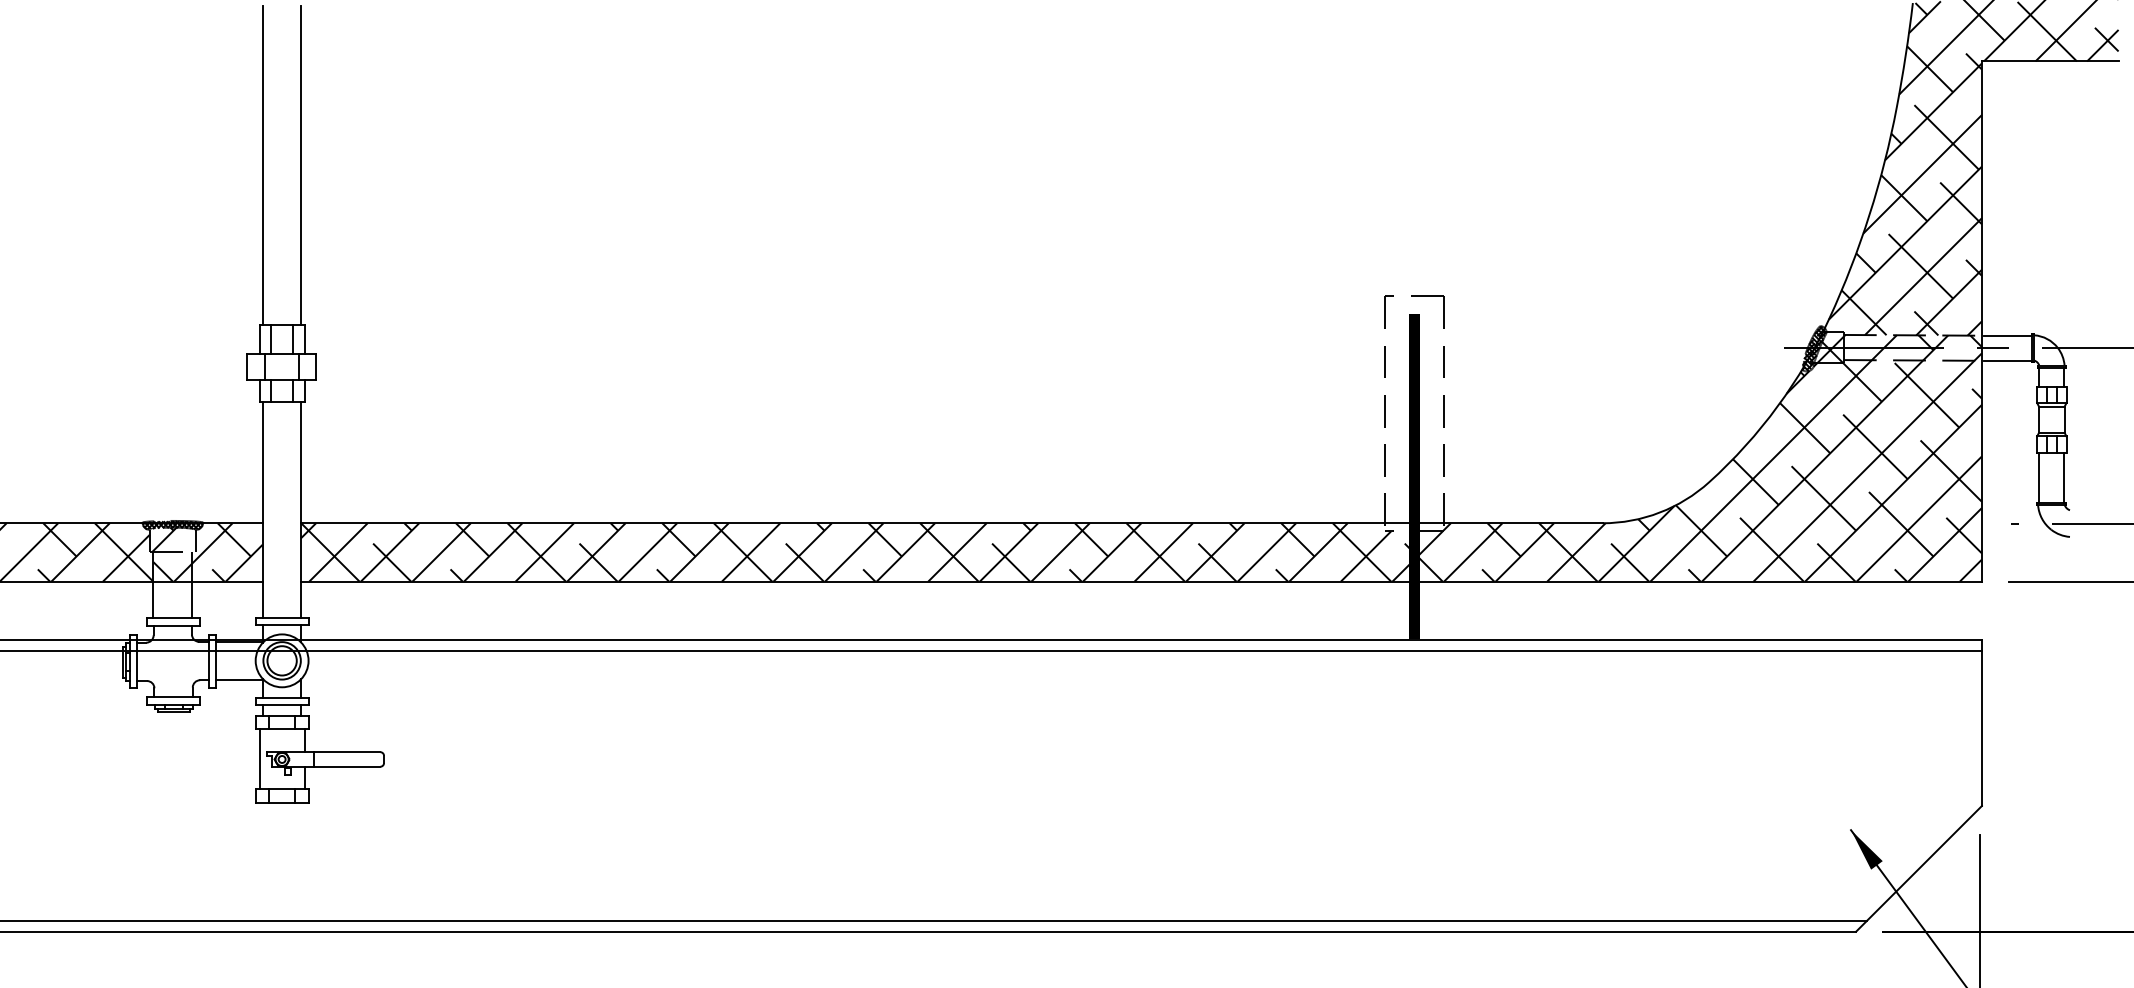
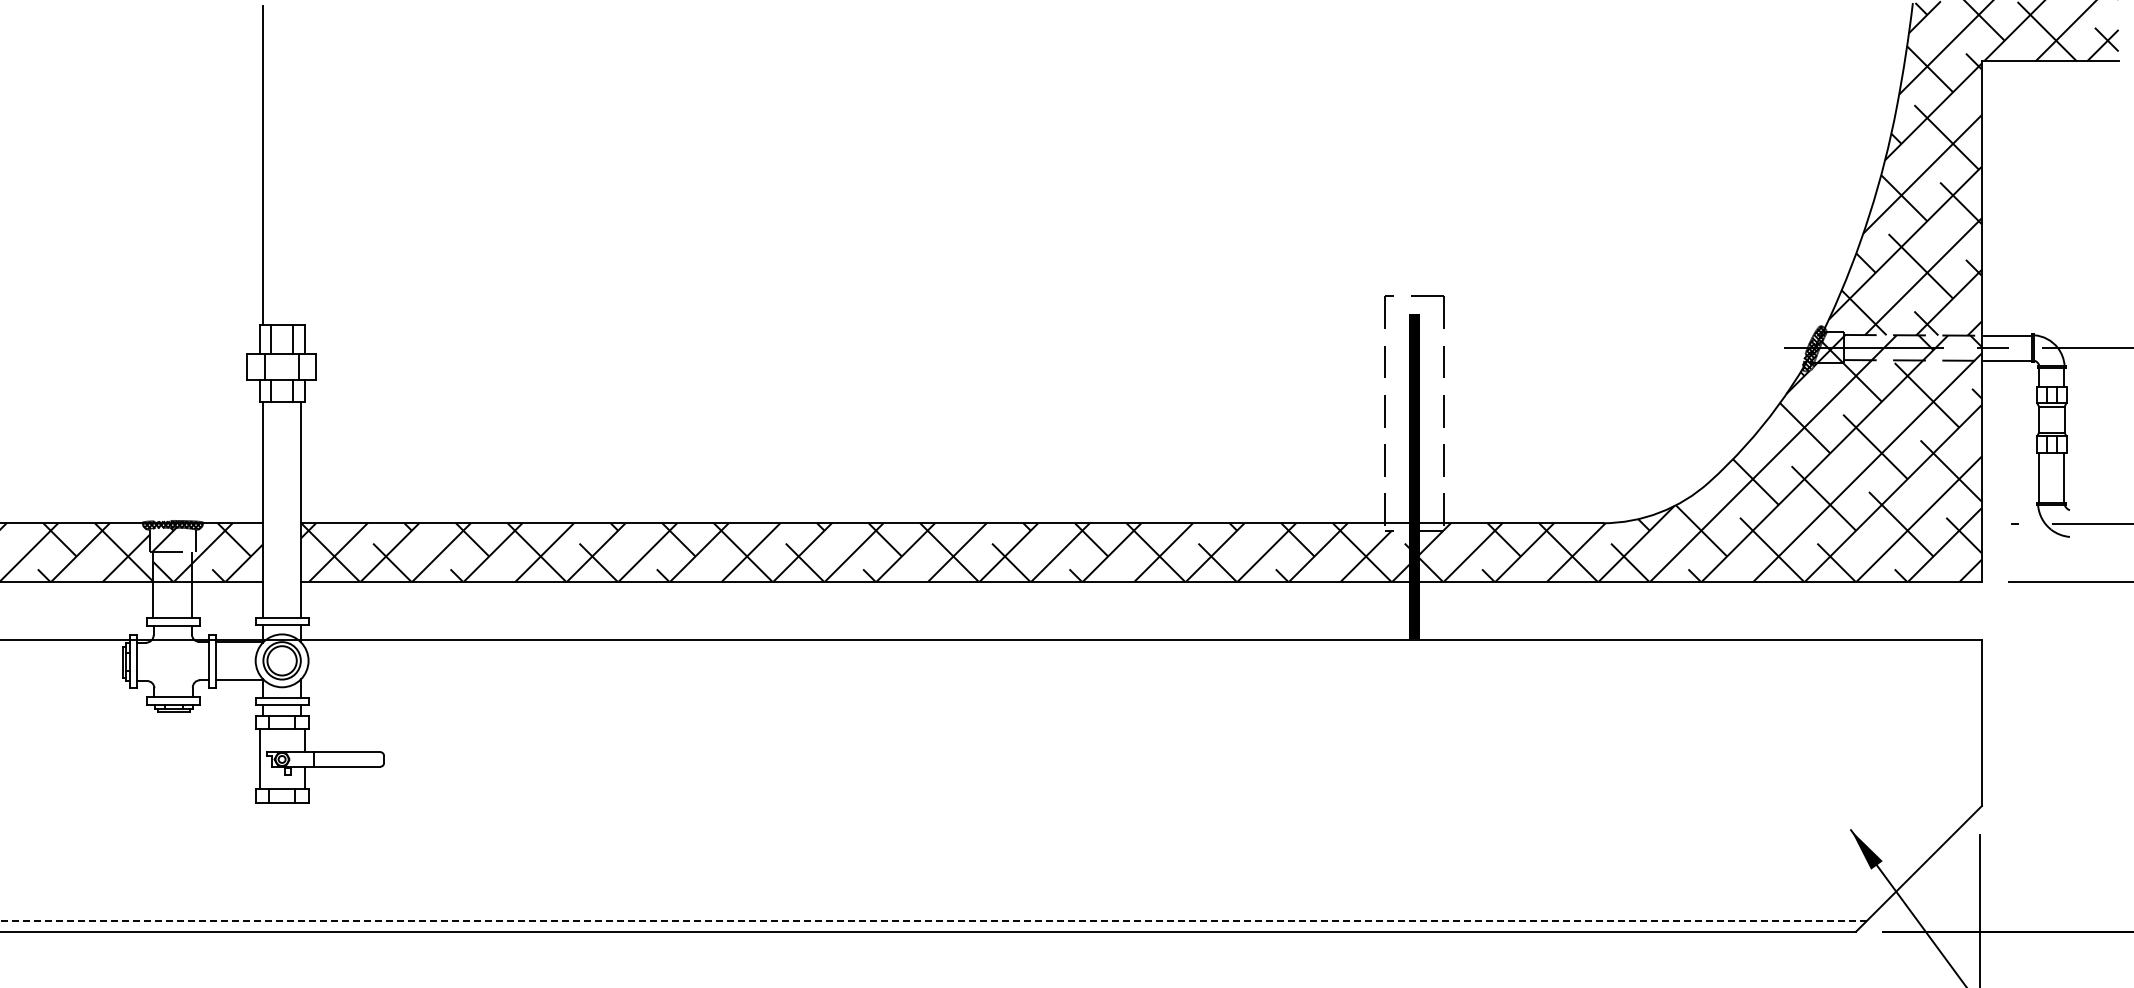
line at (301, 165): present -> none
line at (991, 650): present -> none
line at (933, 920): solid -> dashed
